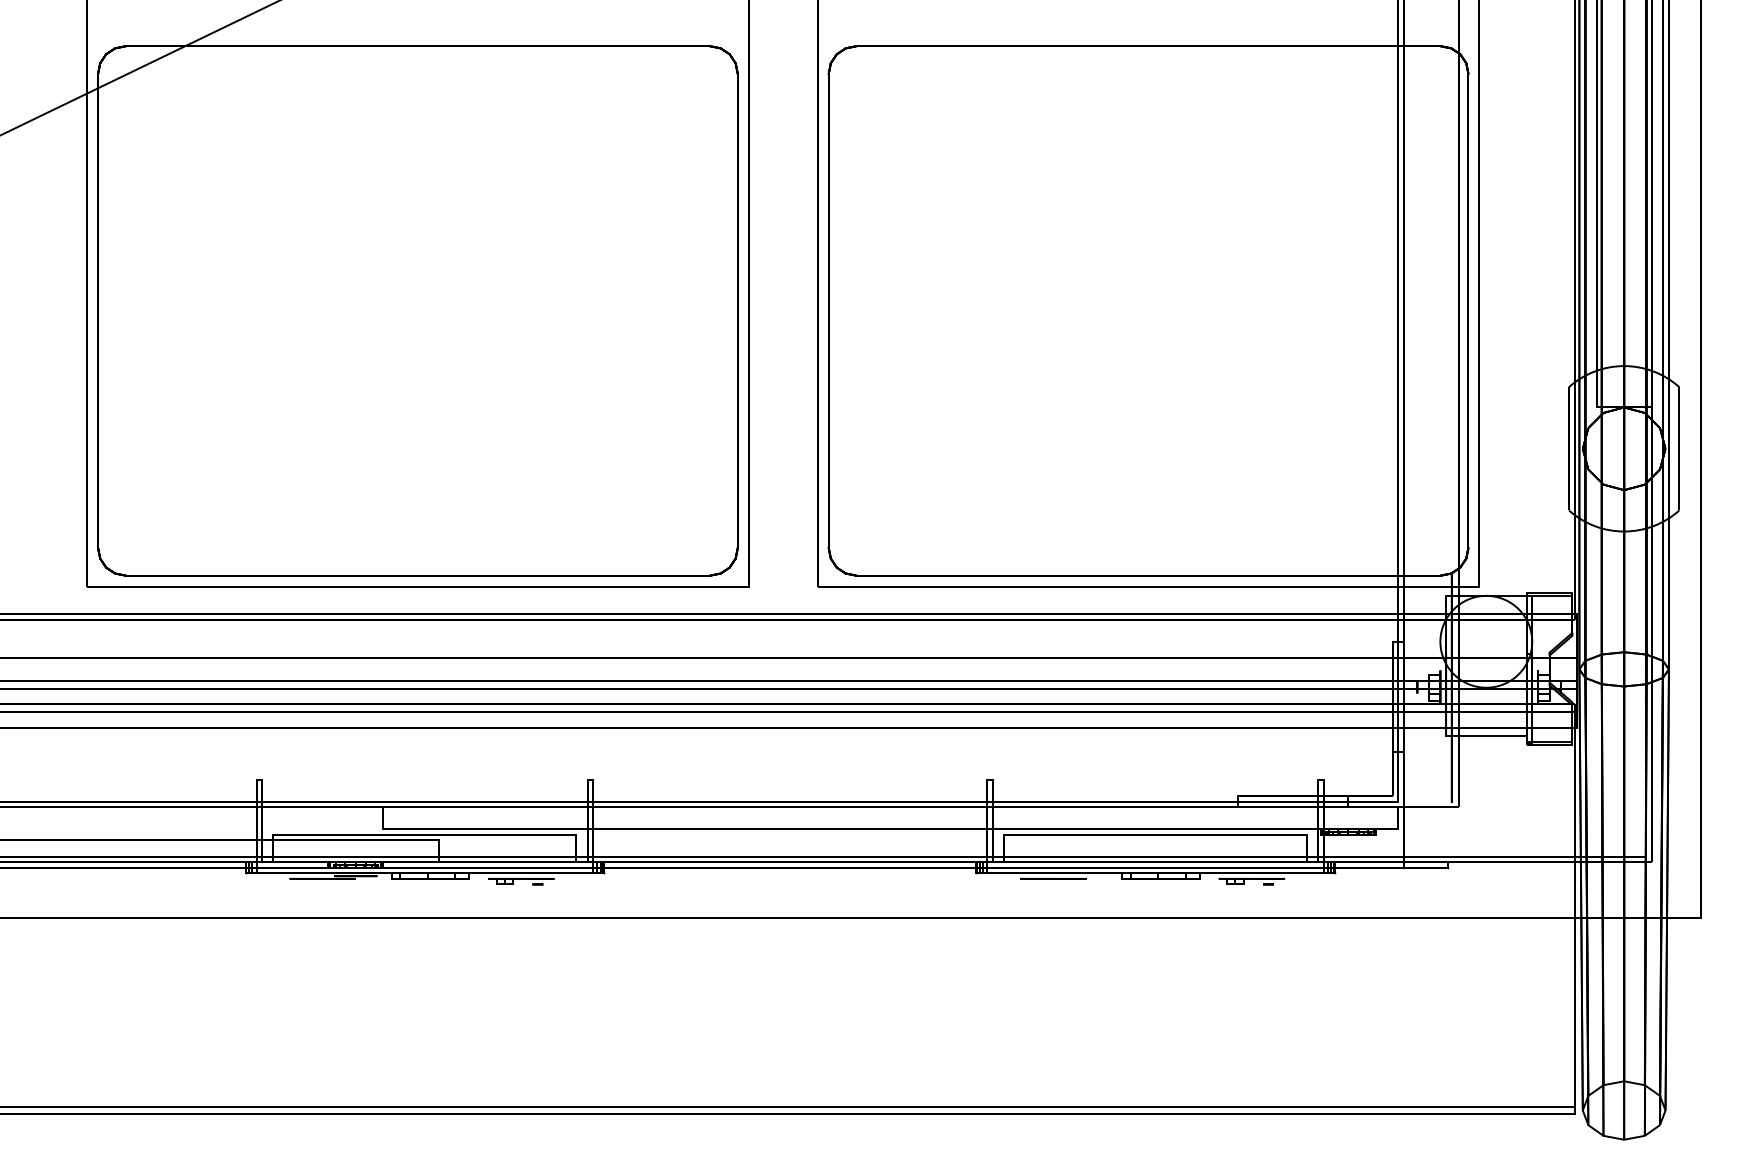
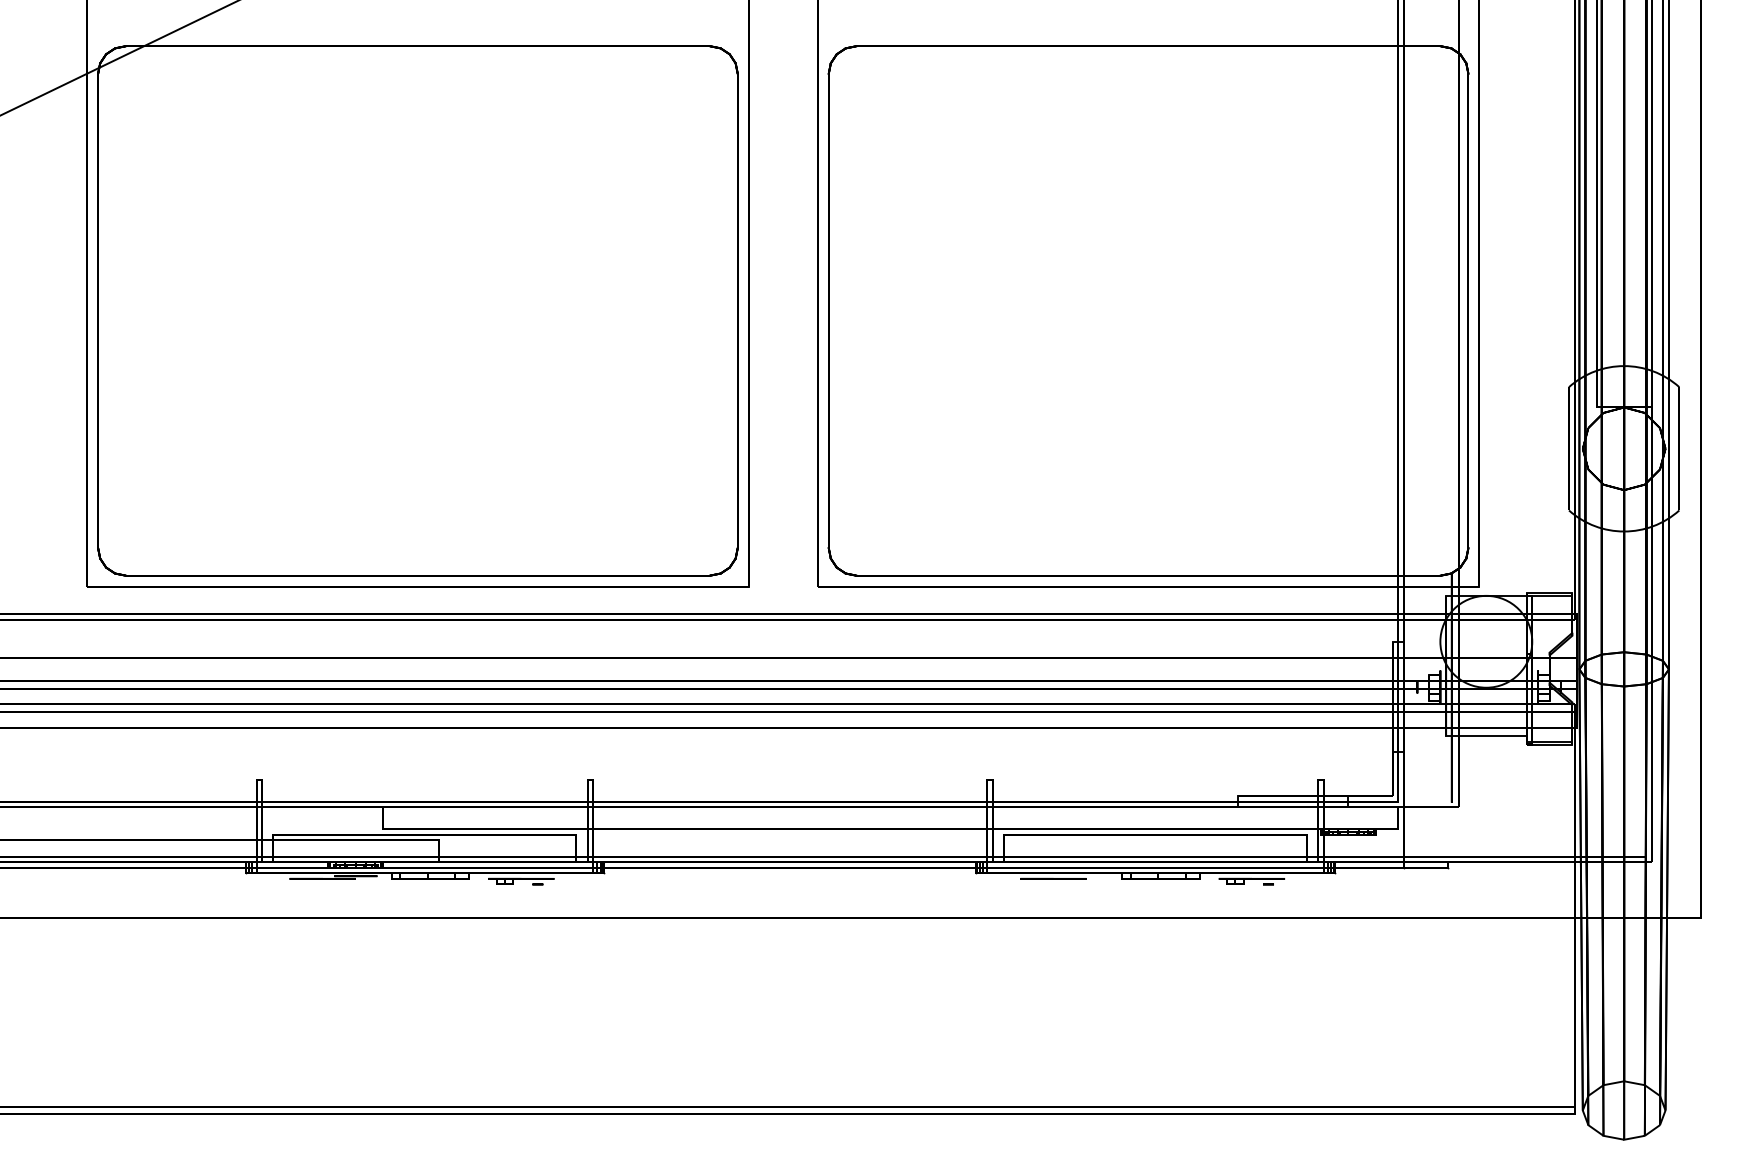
line at (139, 68) position: (139, 68) -> (118, 58)
